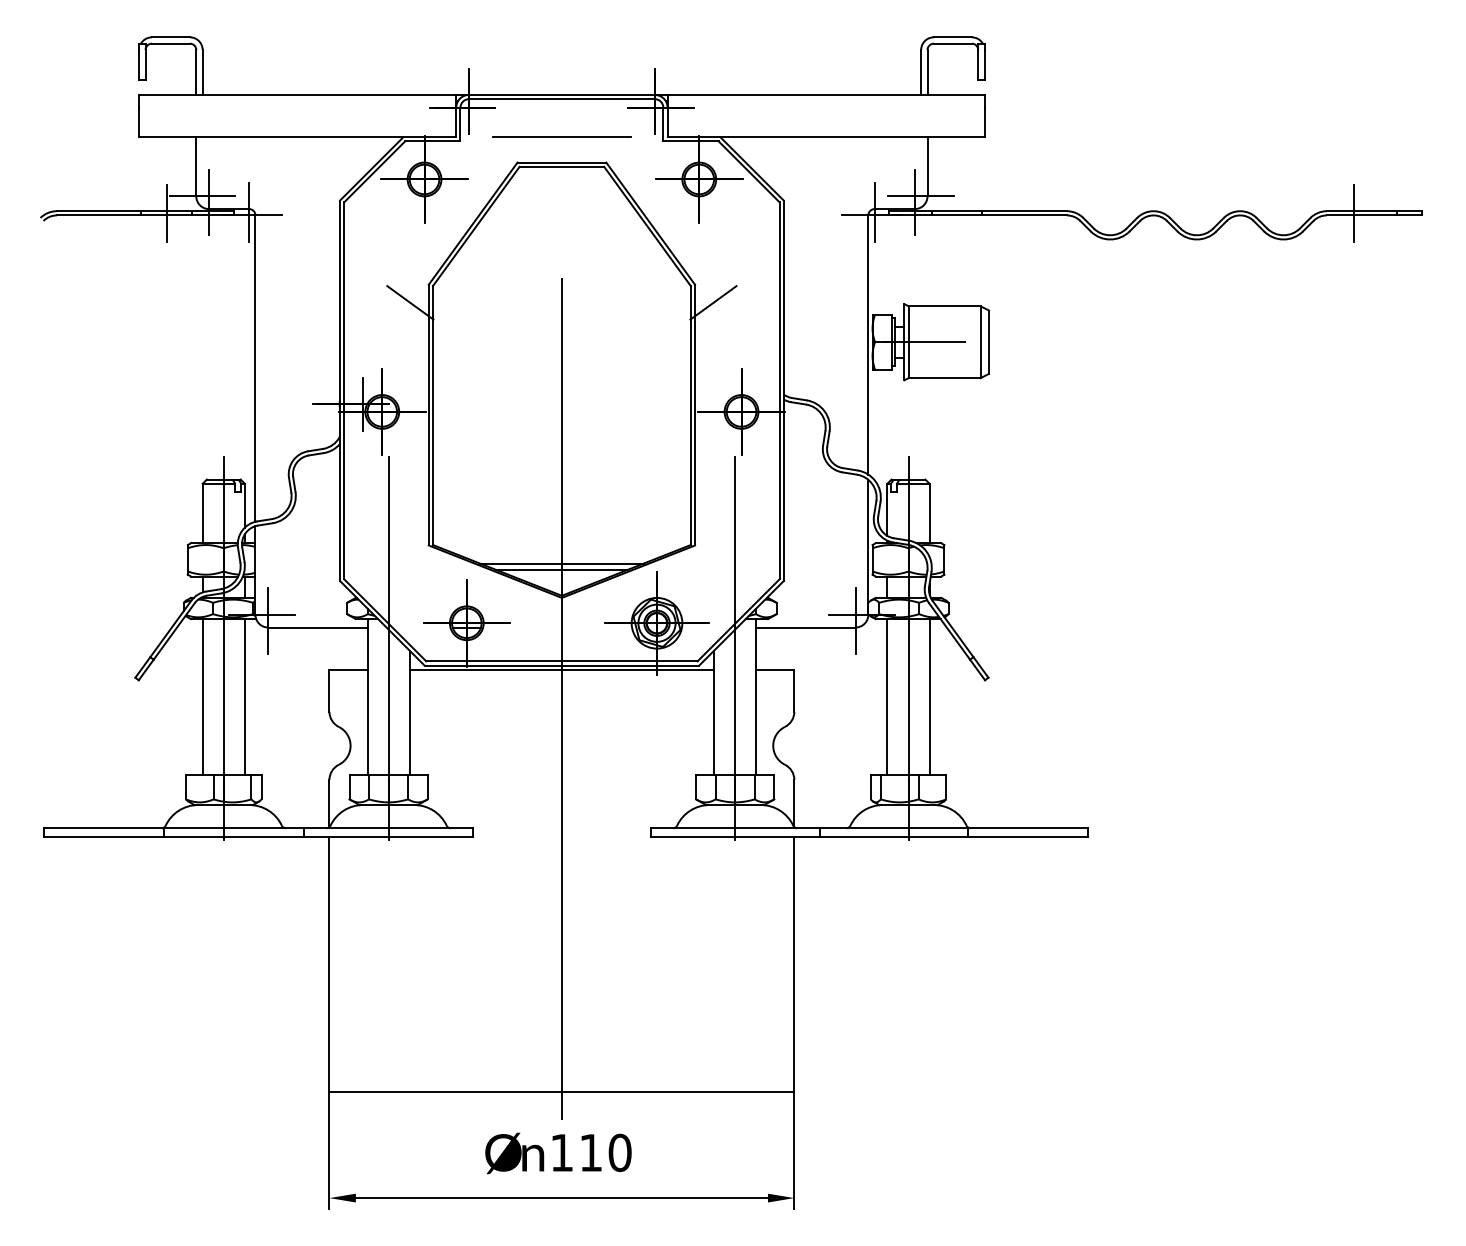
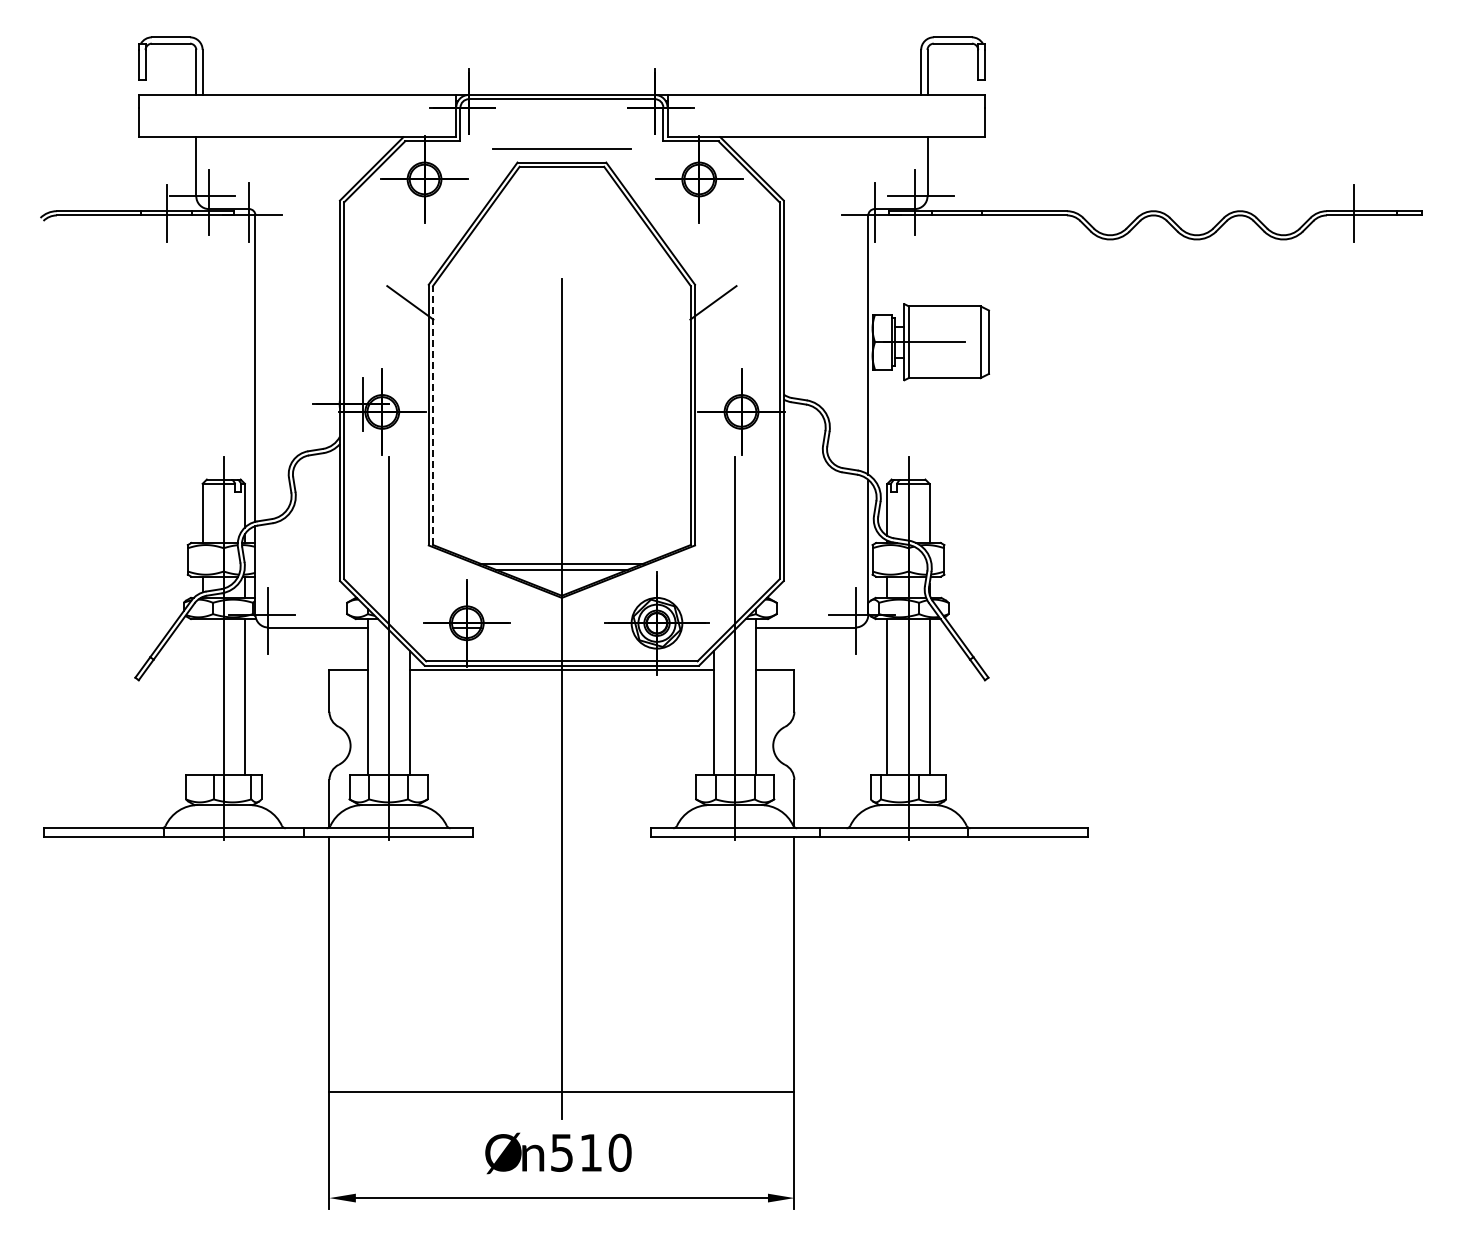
line at (561, 136) position: (561, 136) -> (561, 148)
line at (433, 415): solid -> dashed
line at (202, 697): present -> none
text at (561, 1152): 110 -> 510
